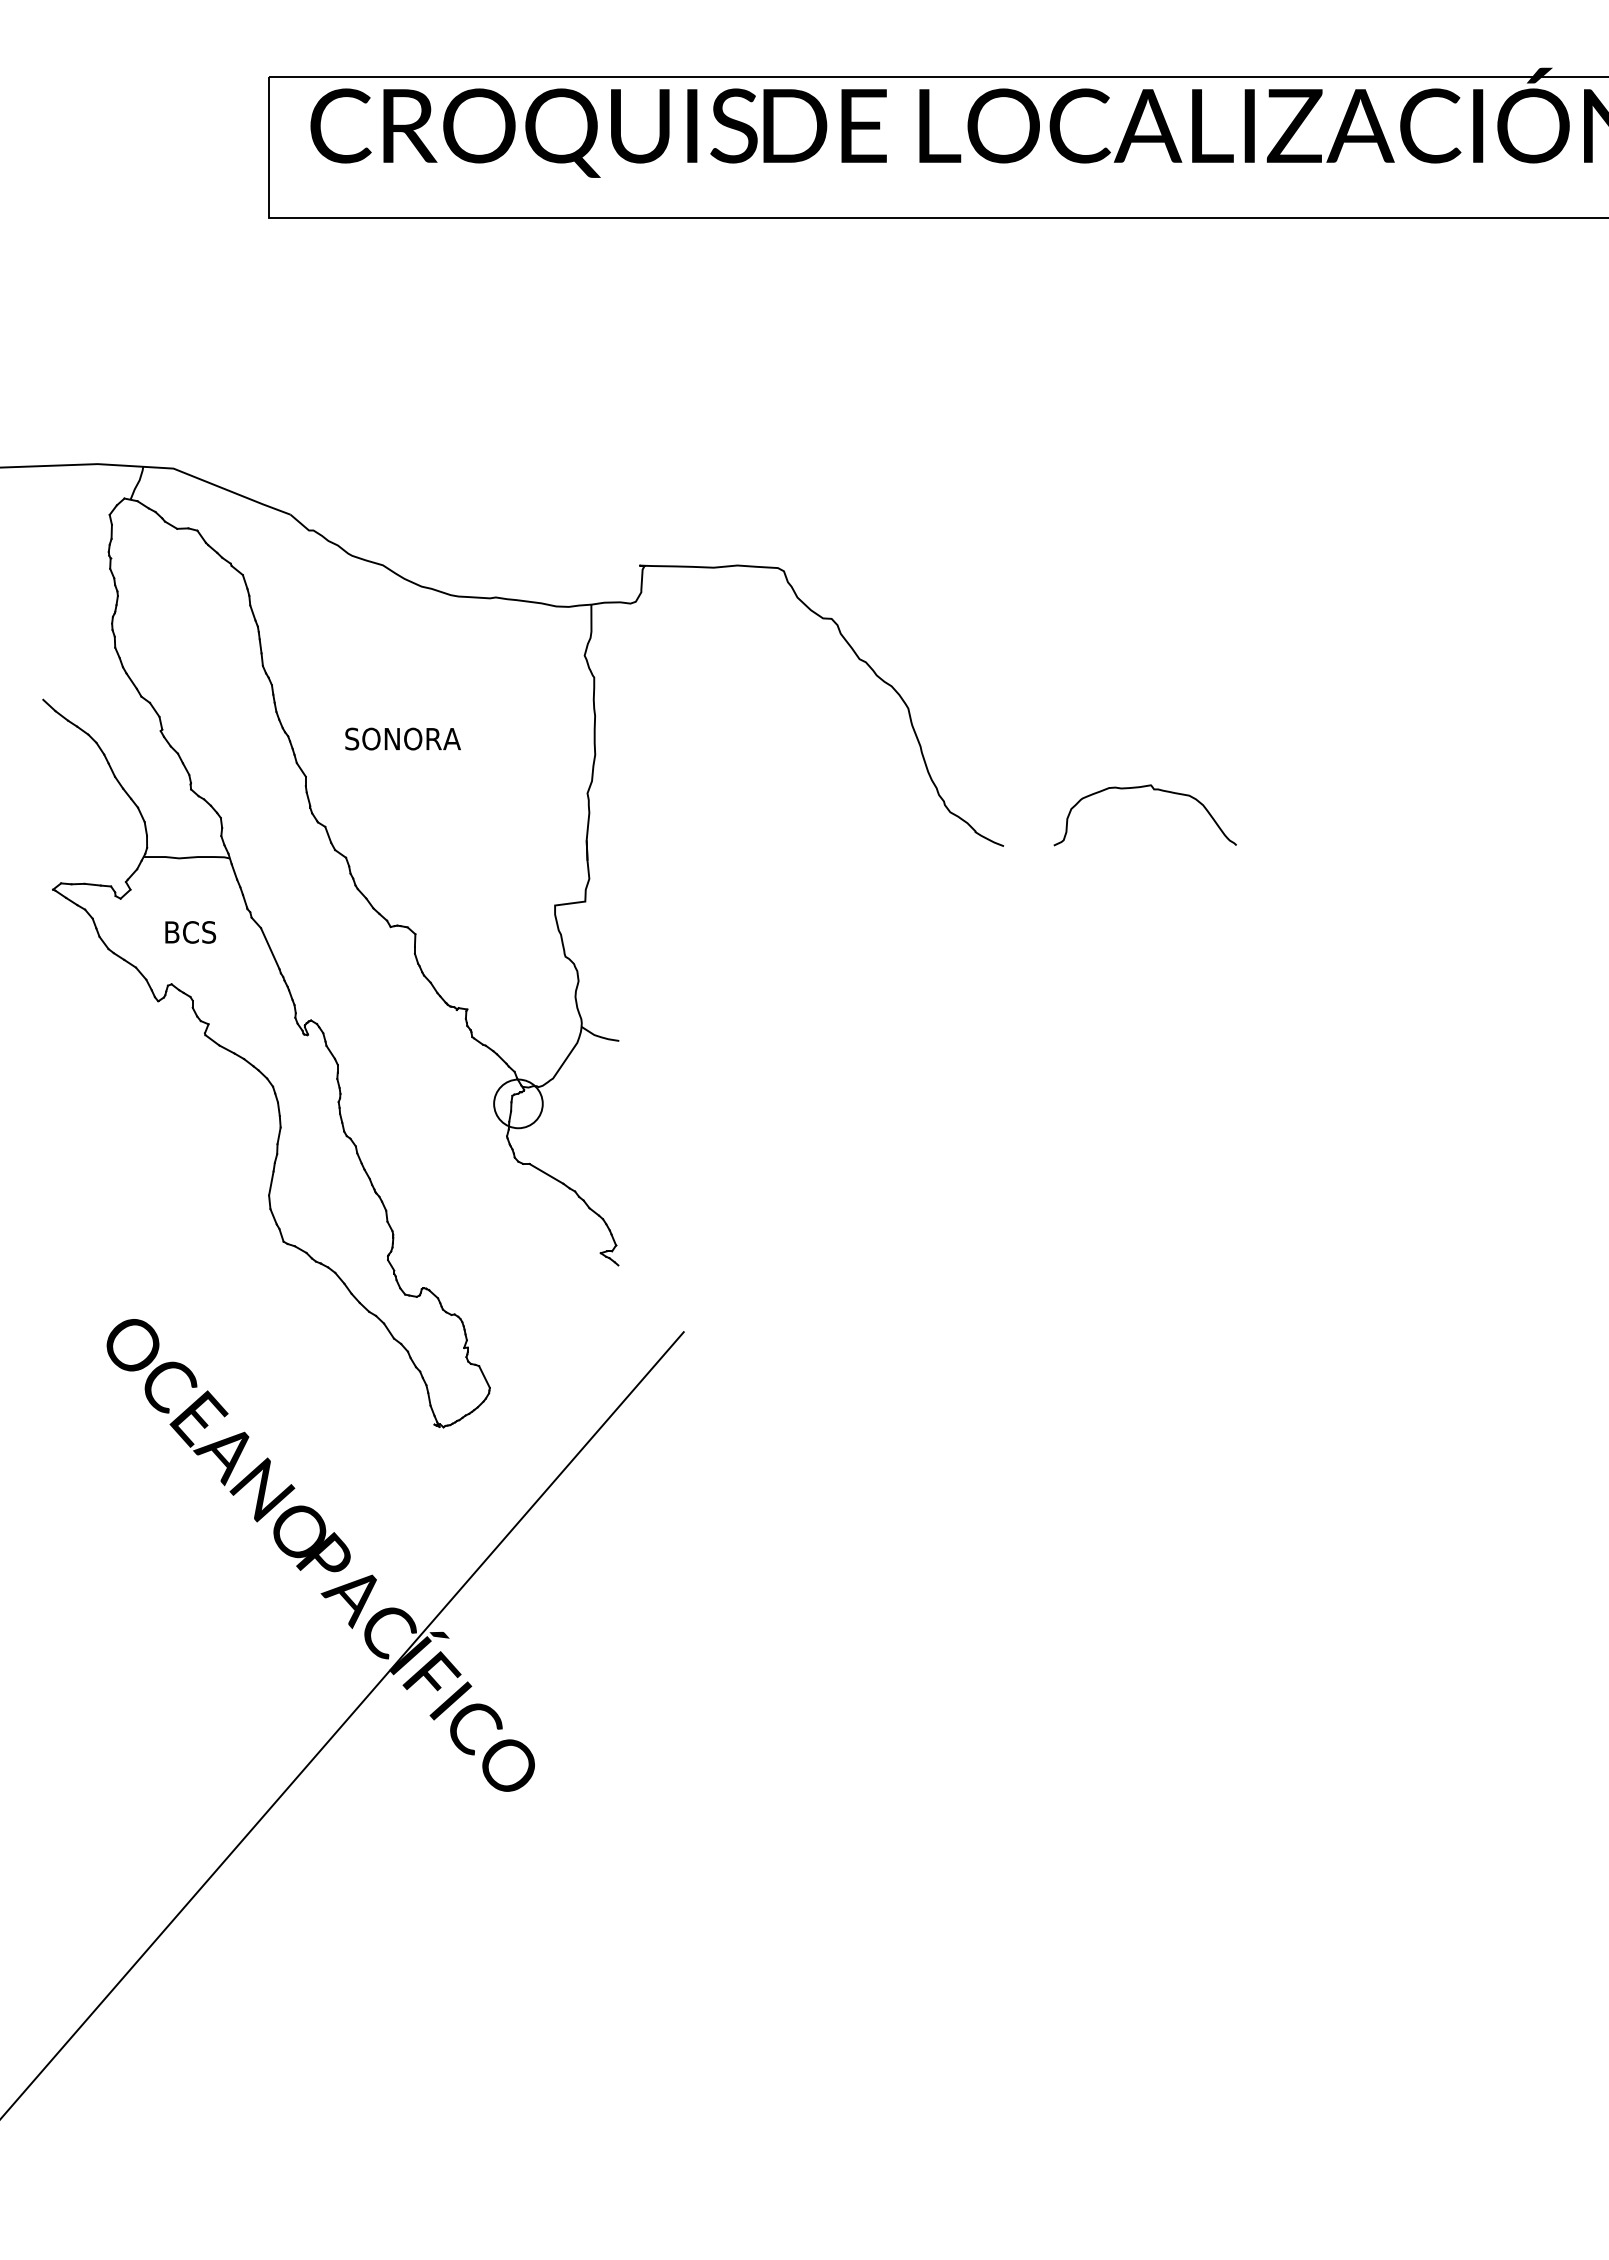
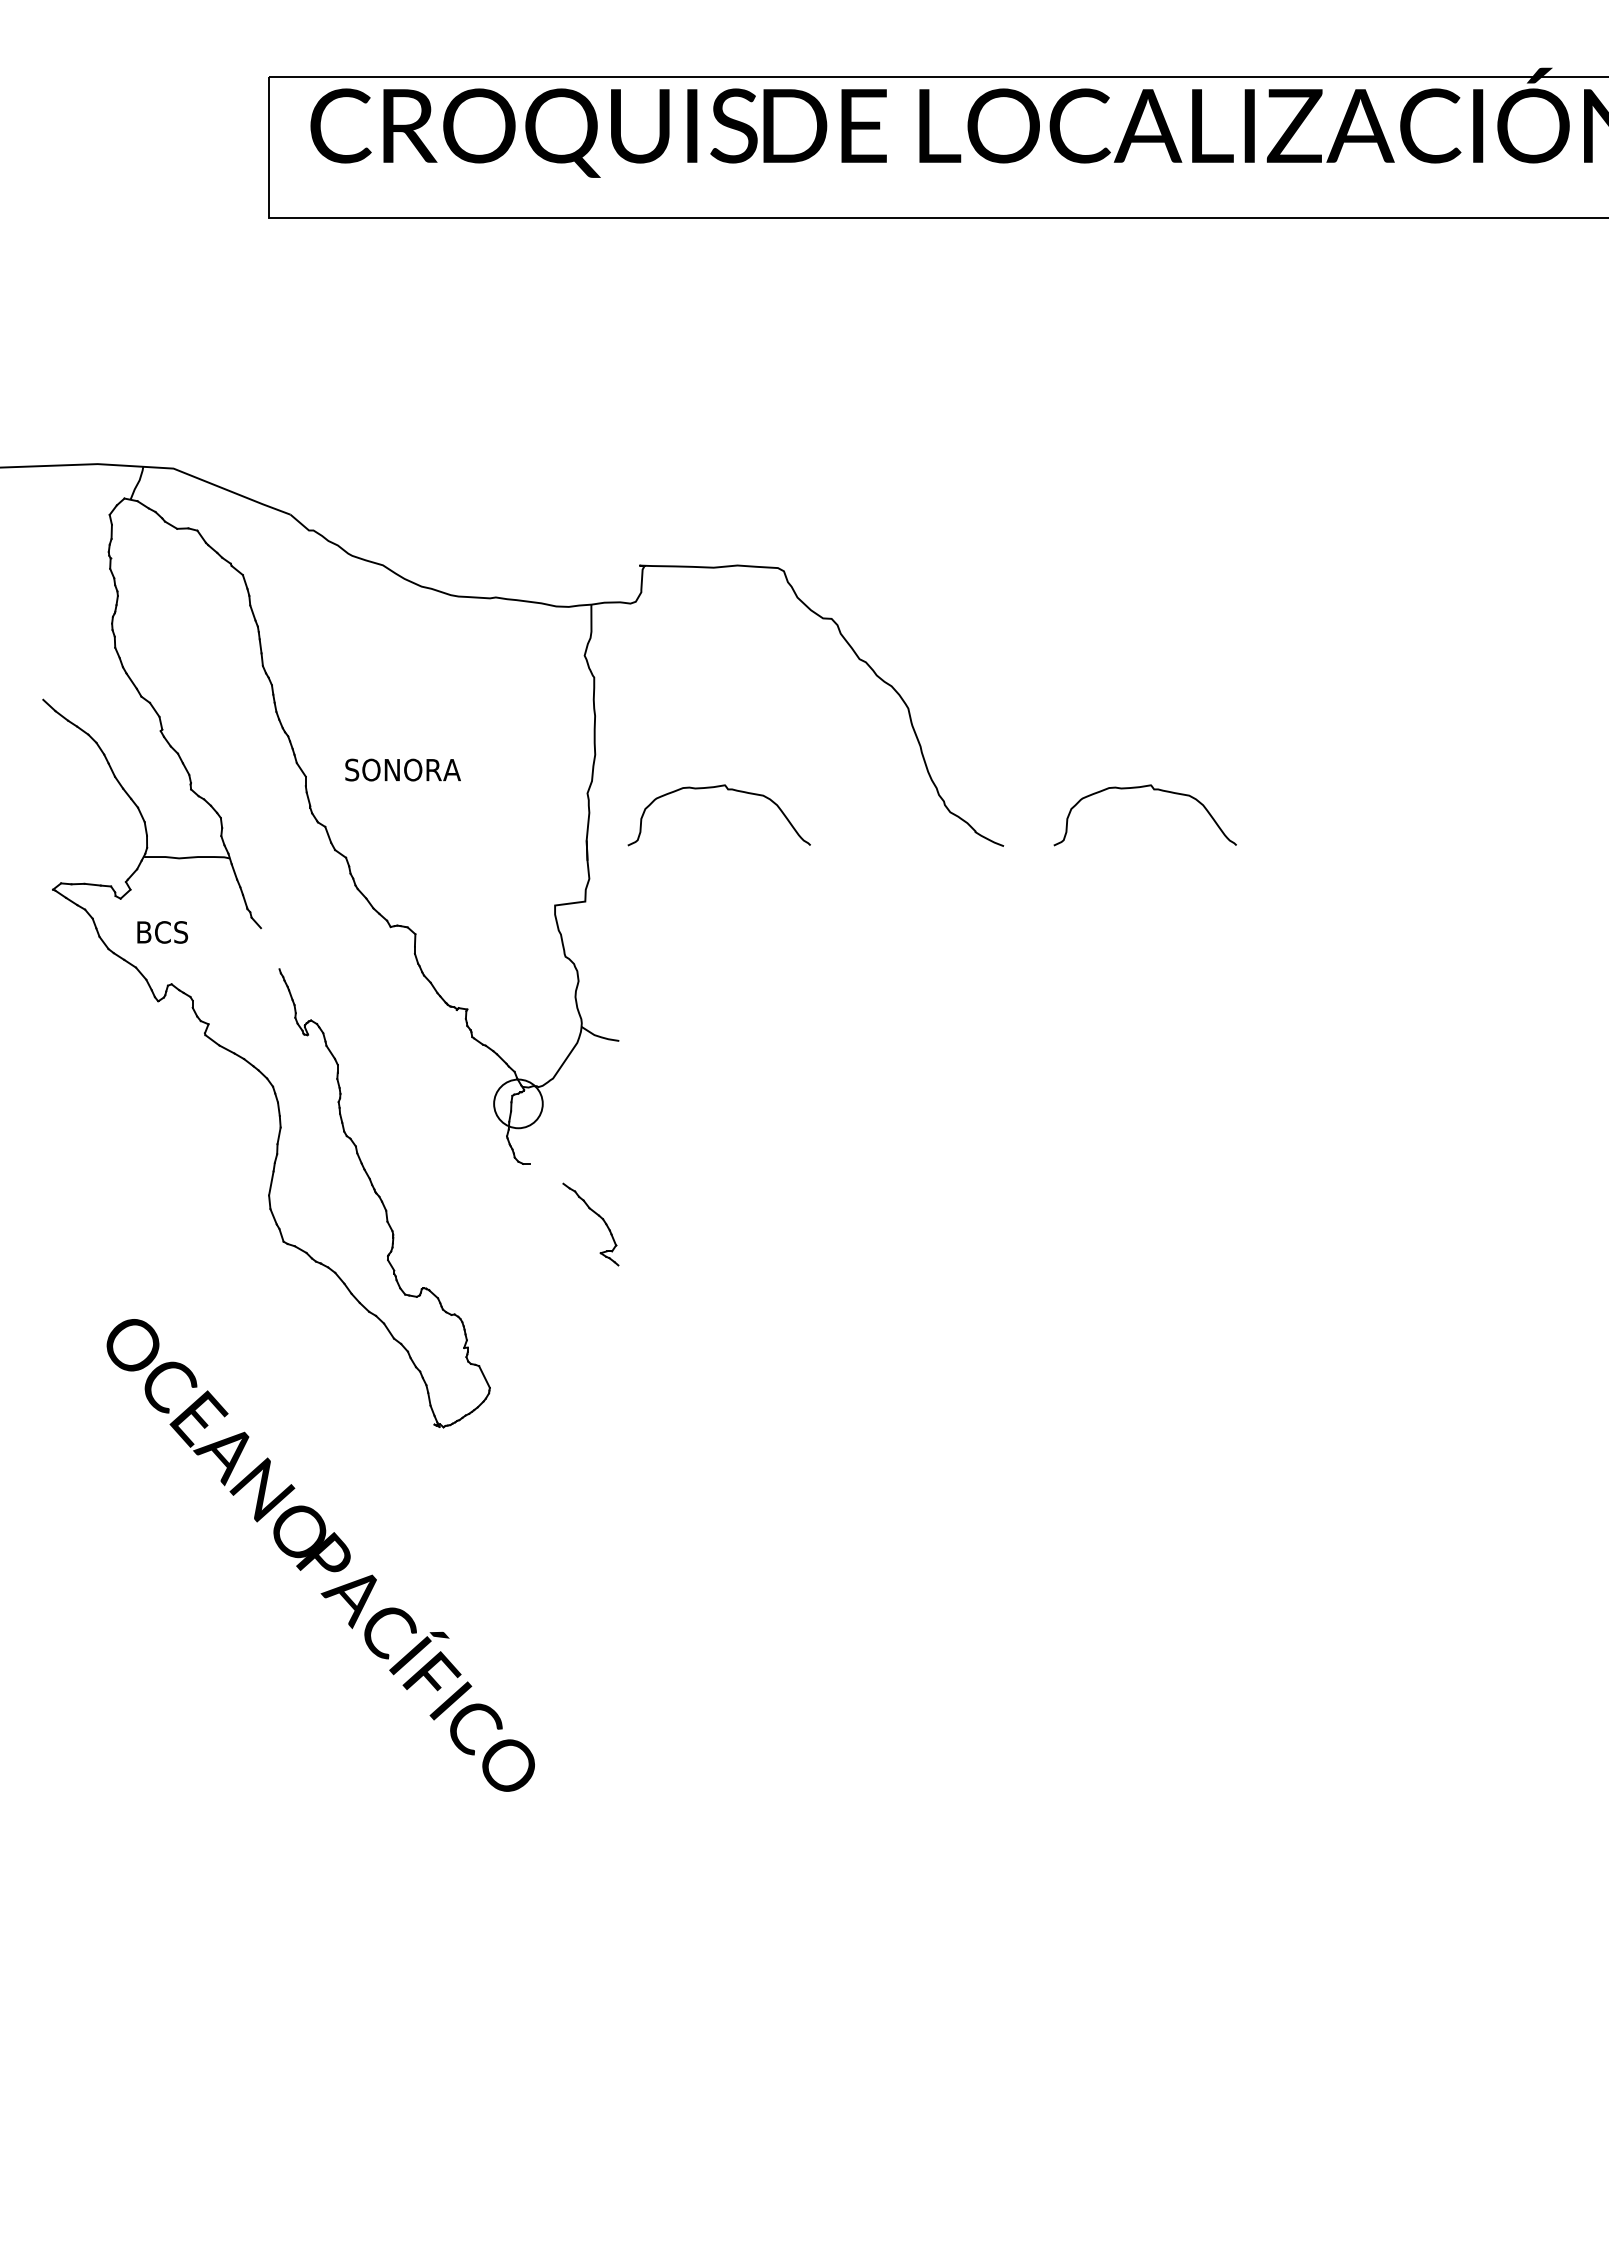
text at (402, 738) position: (402, 738) -> (402, 769)
curve at (727, 790): none -> present
text at (190, 932) position: (190, 932) -> (162, 932)
line at (270, 948): present -> none
line at (546, 1173): present -> none
line at (342, 1724): present -> none
